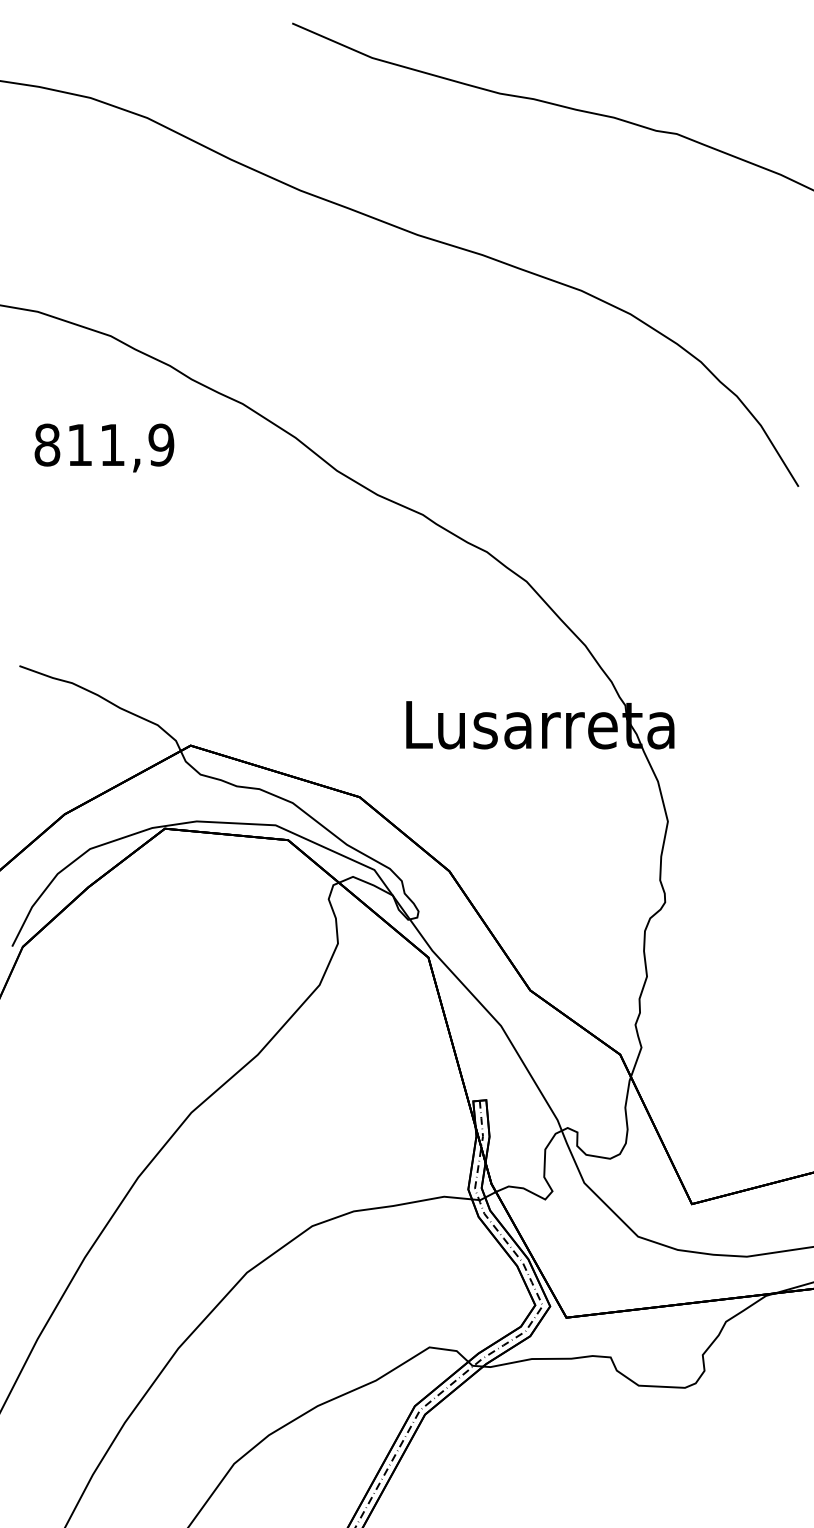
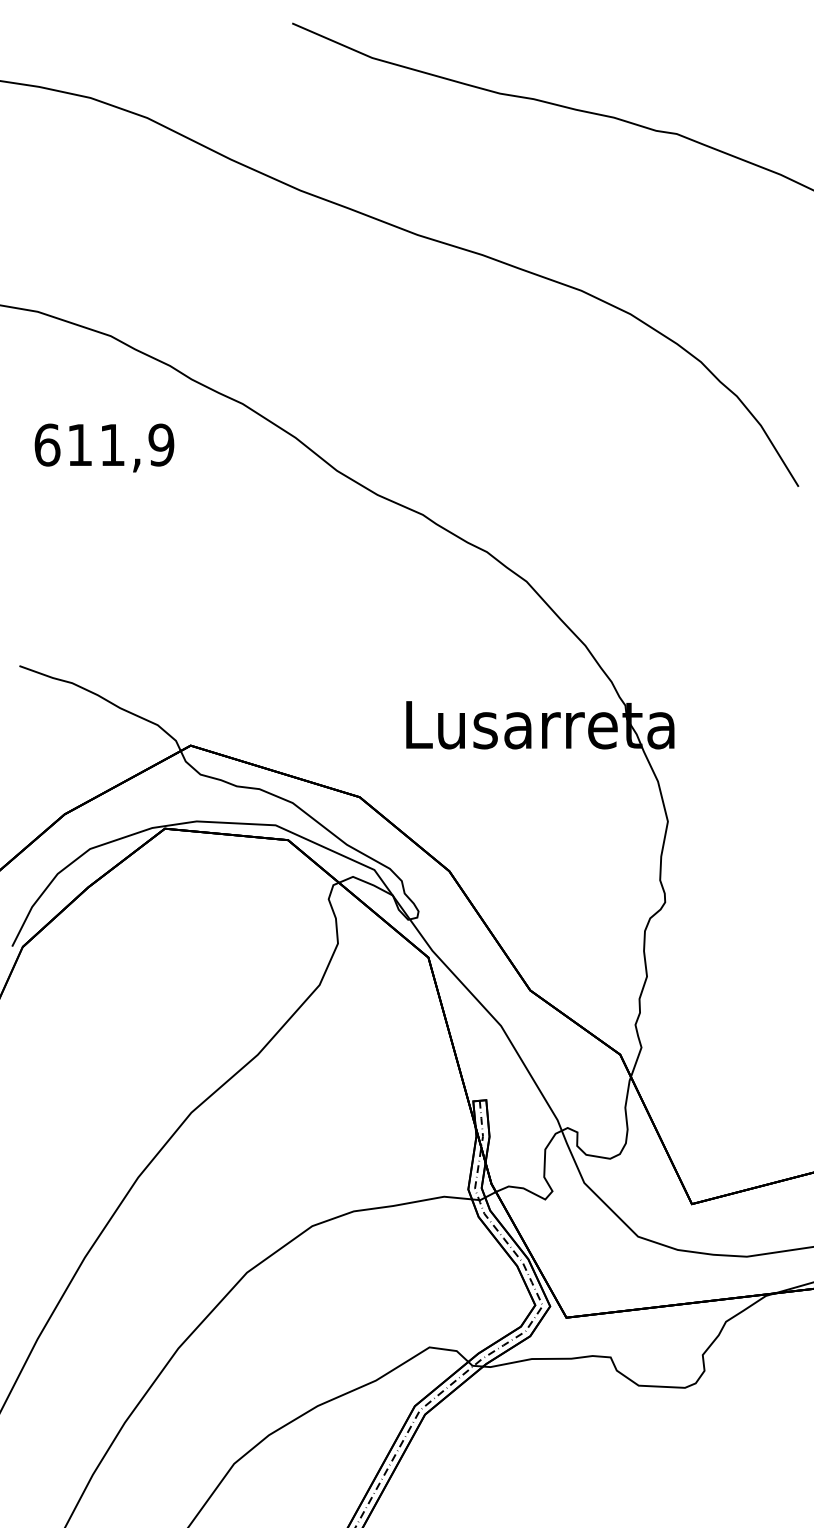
text at (47, 444): 811,9 -> 611,9
